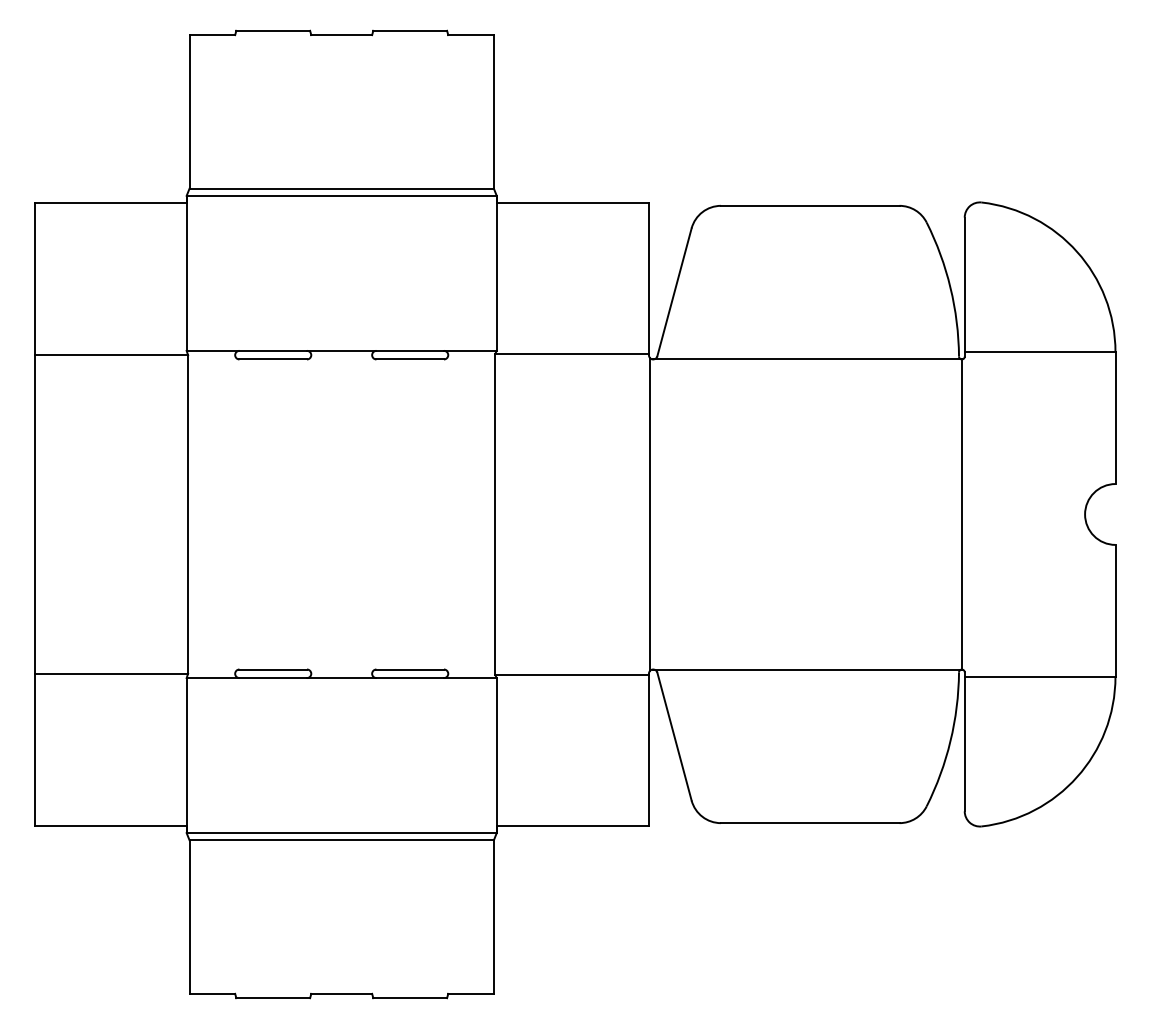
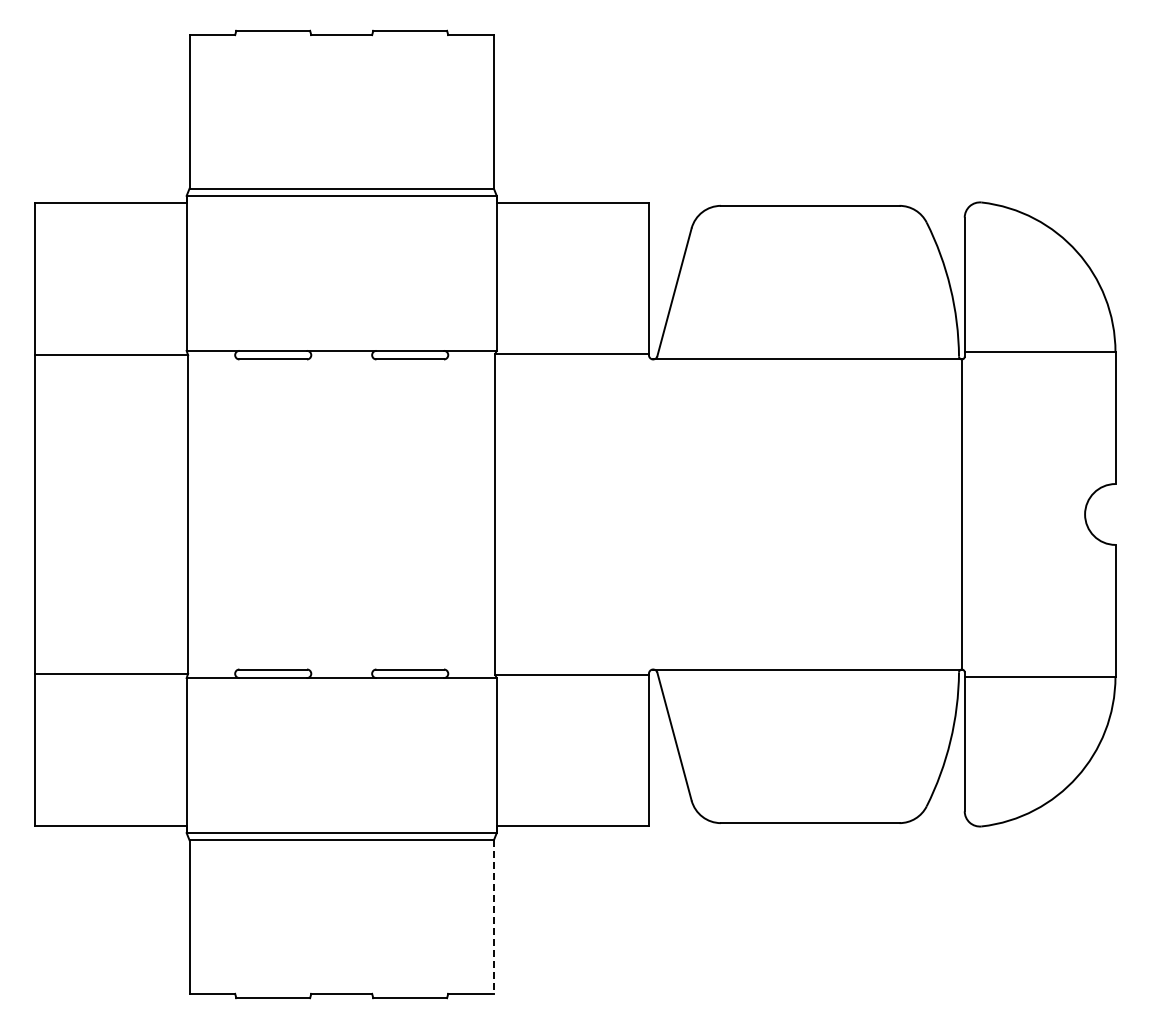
line at (650, 514): present -> none
line at (493, 917): solid -> dashed
